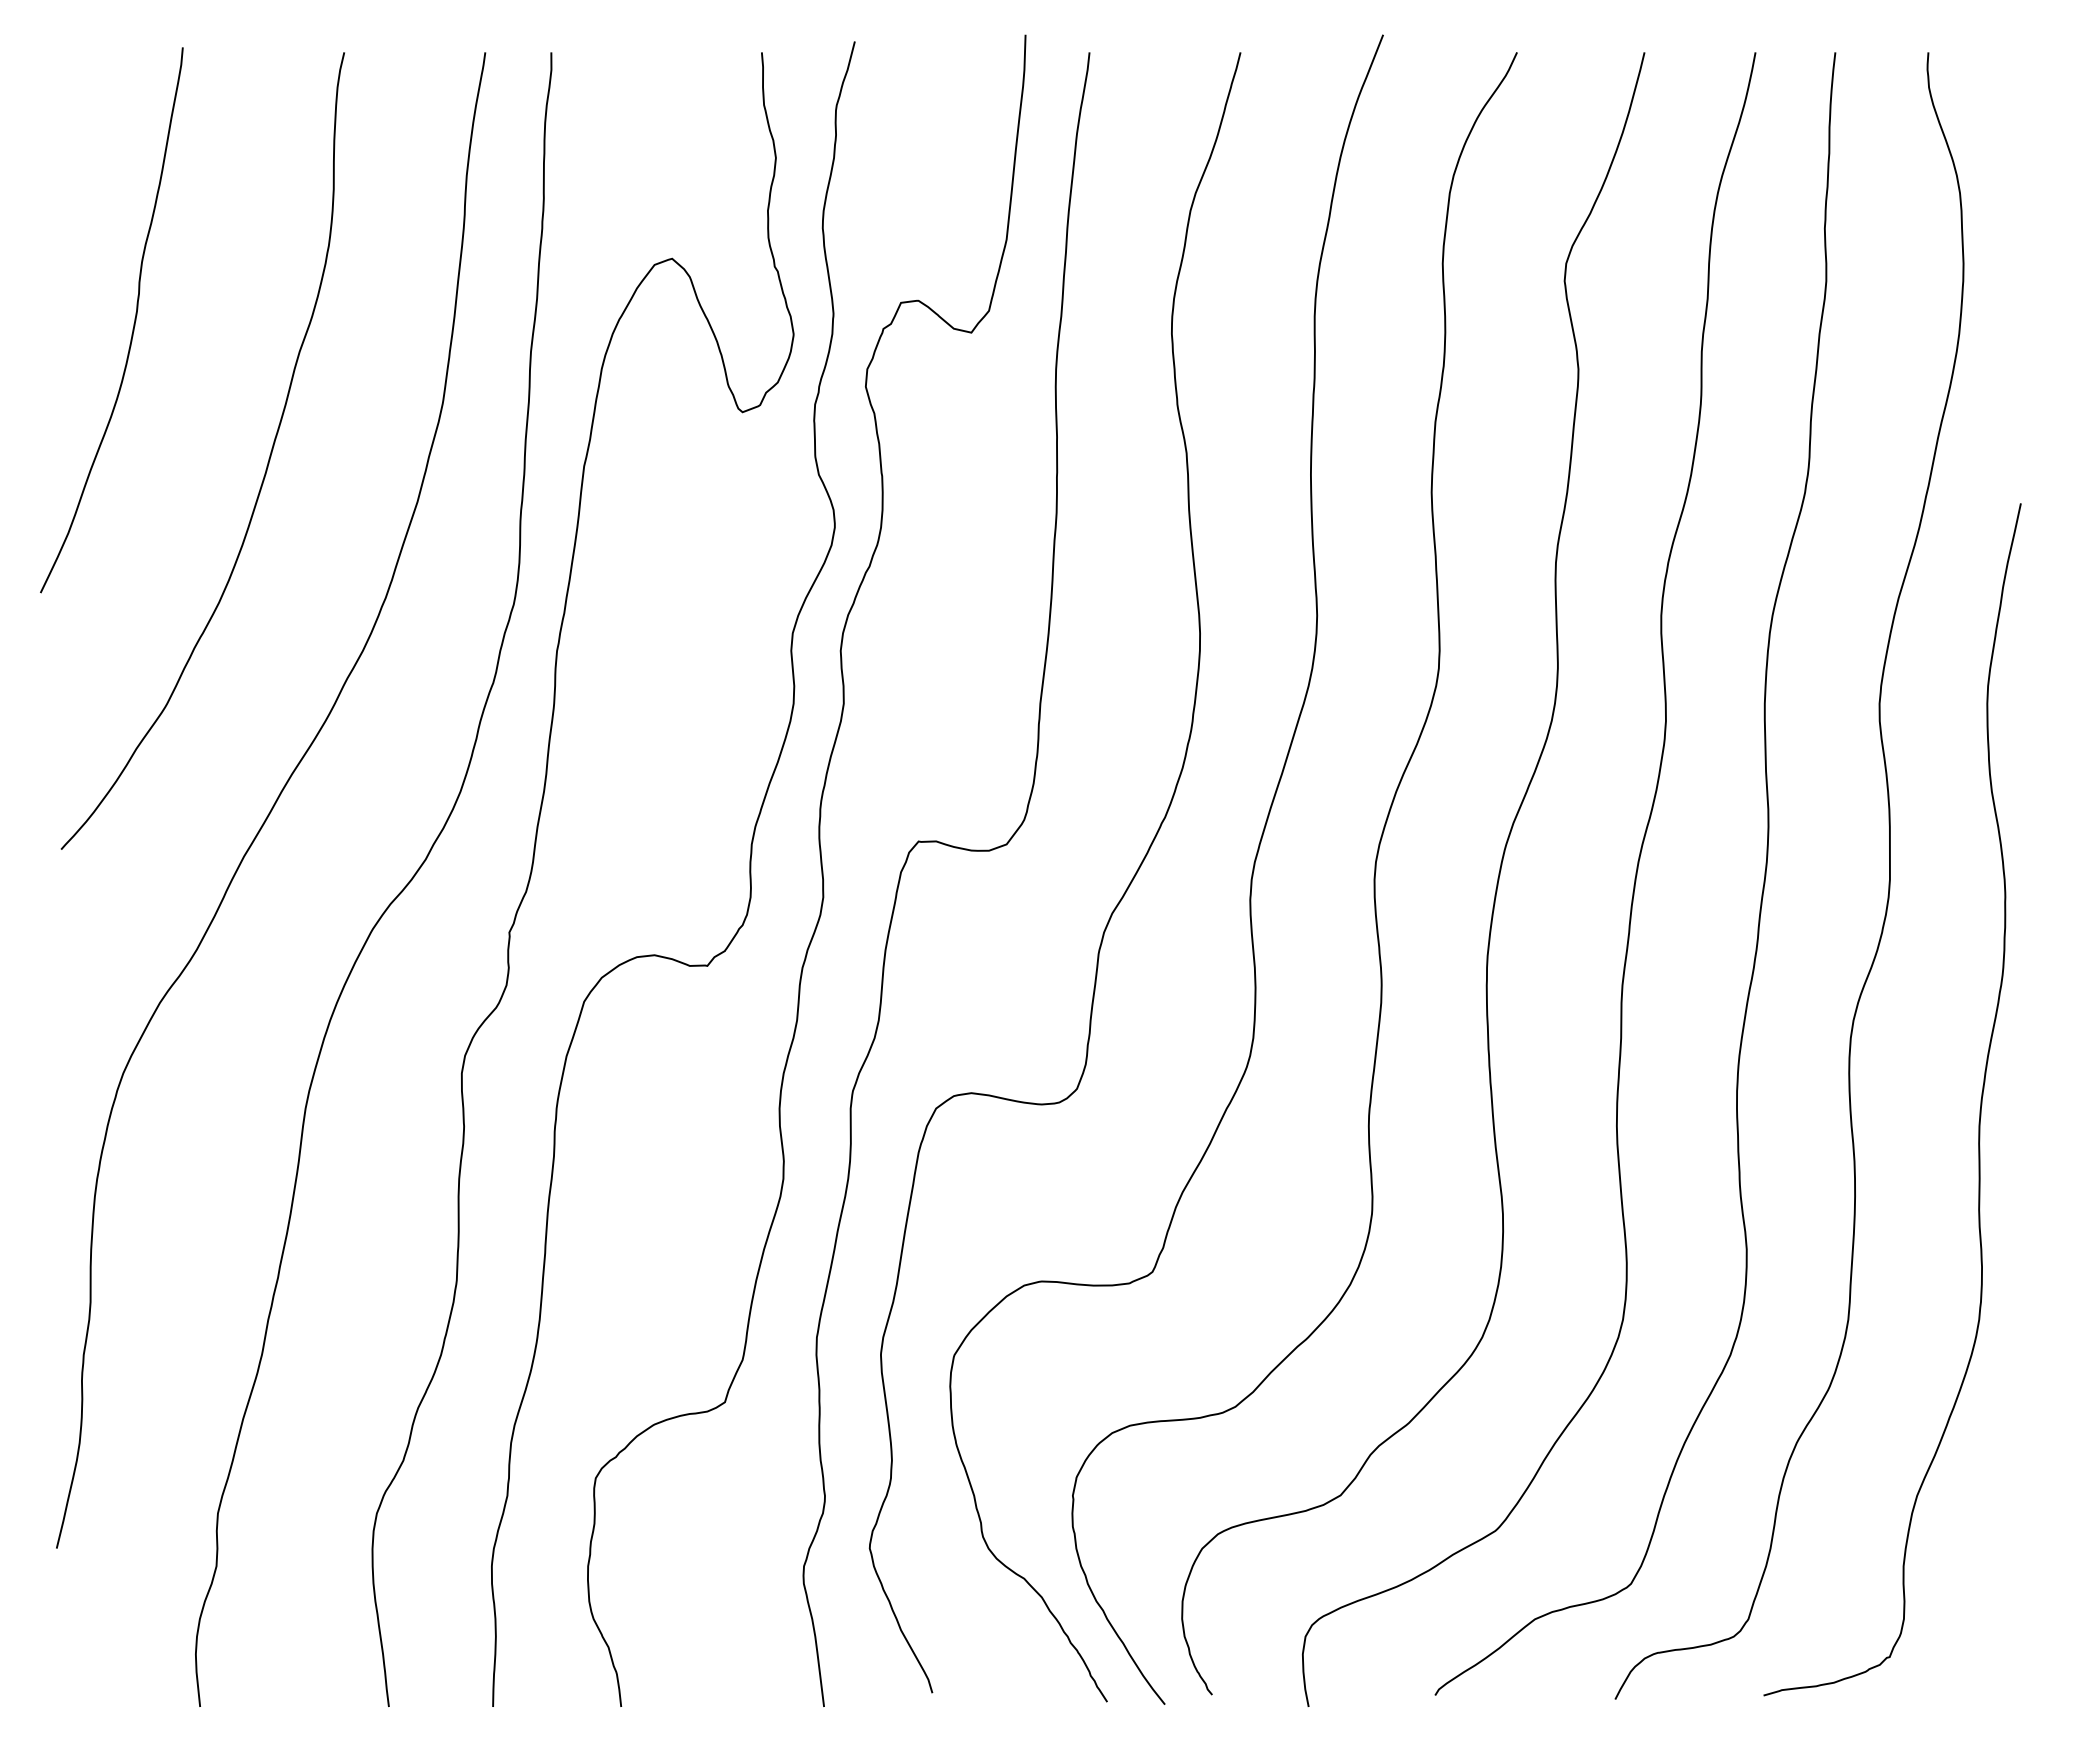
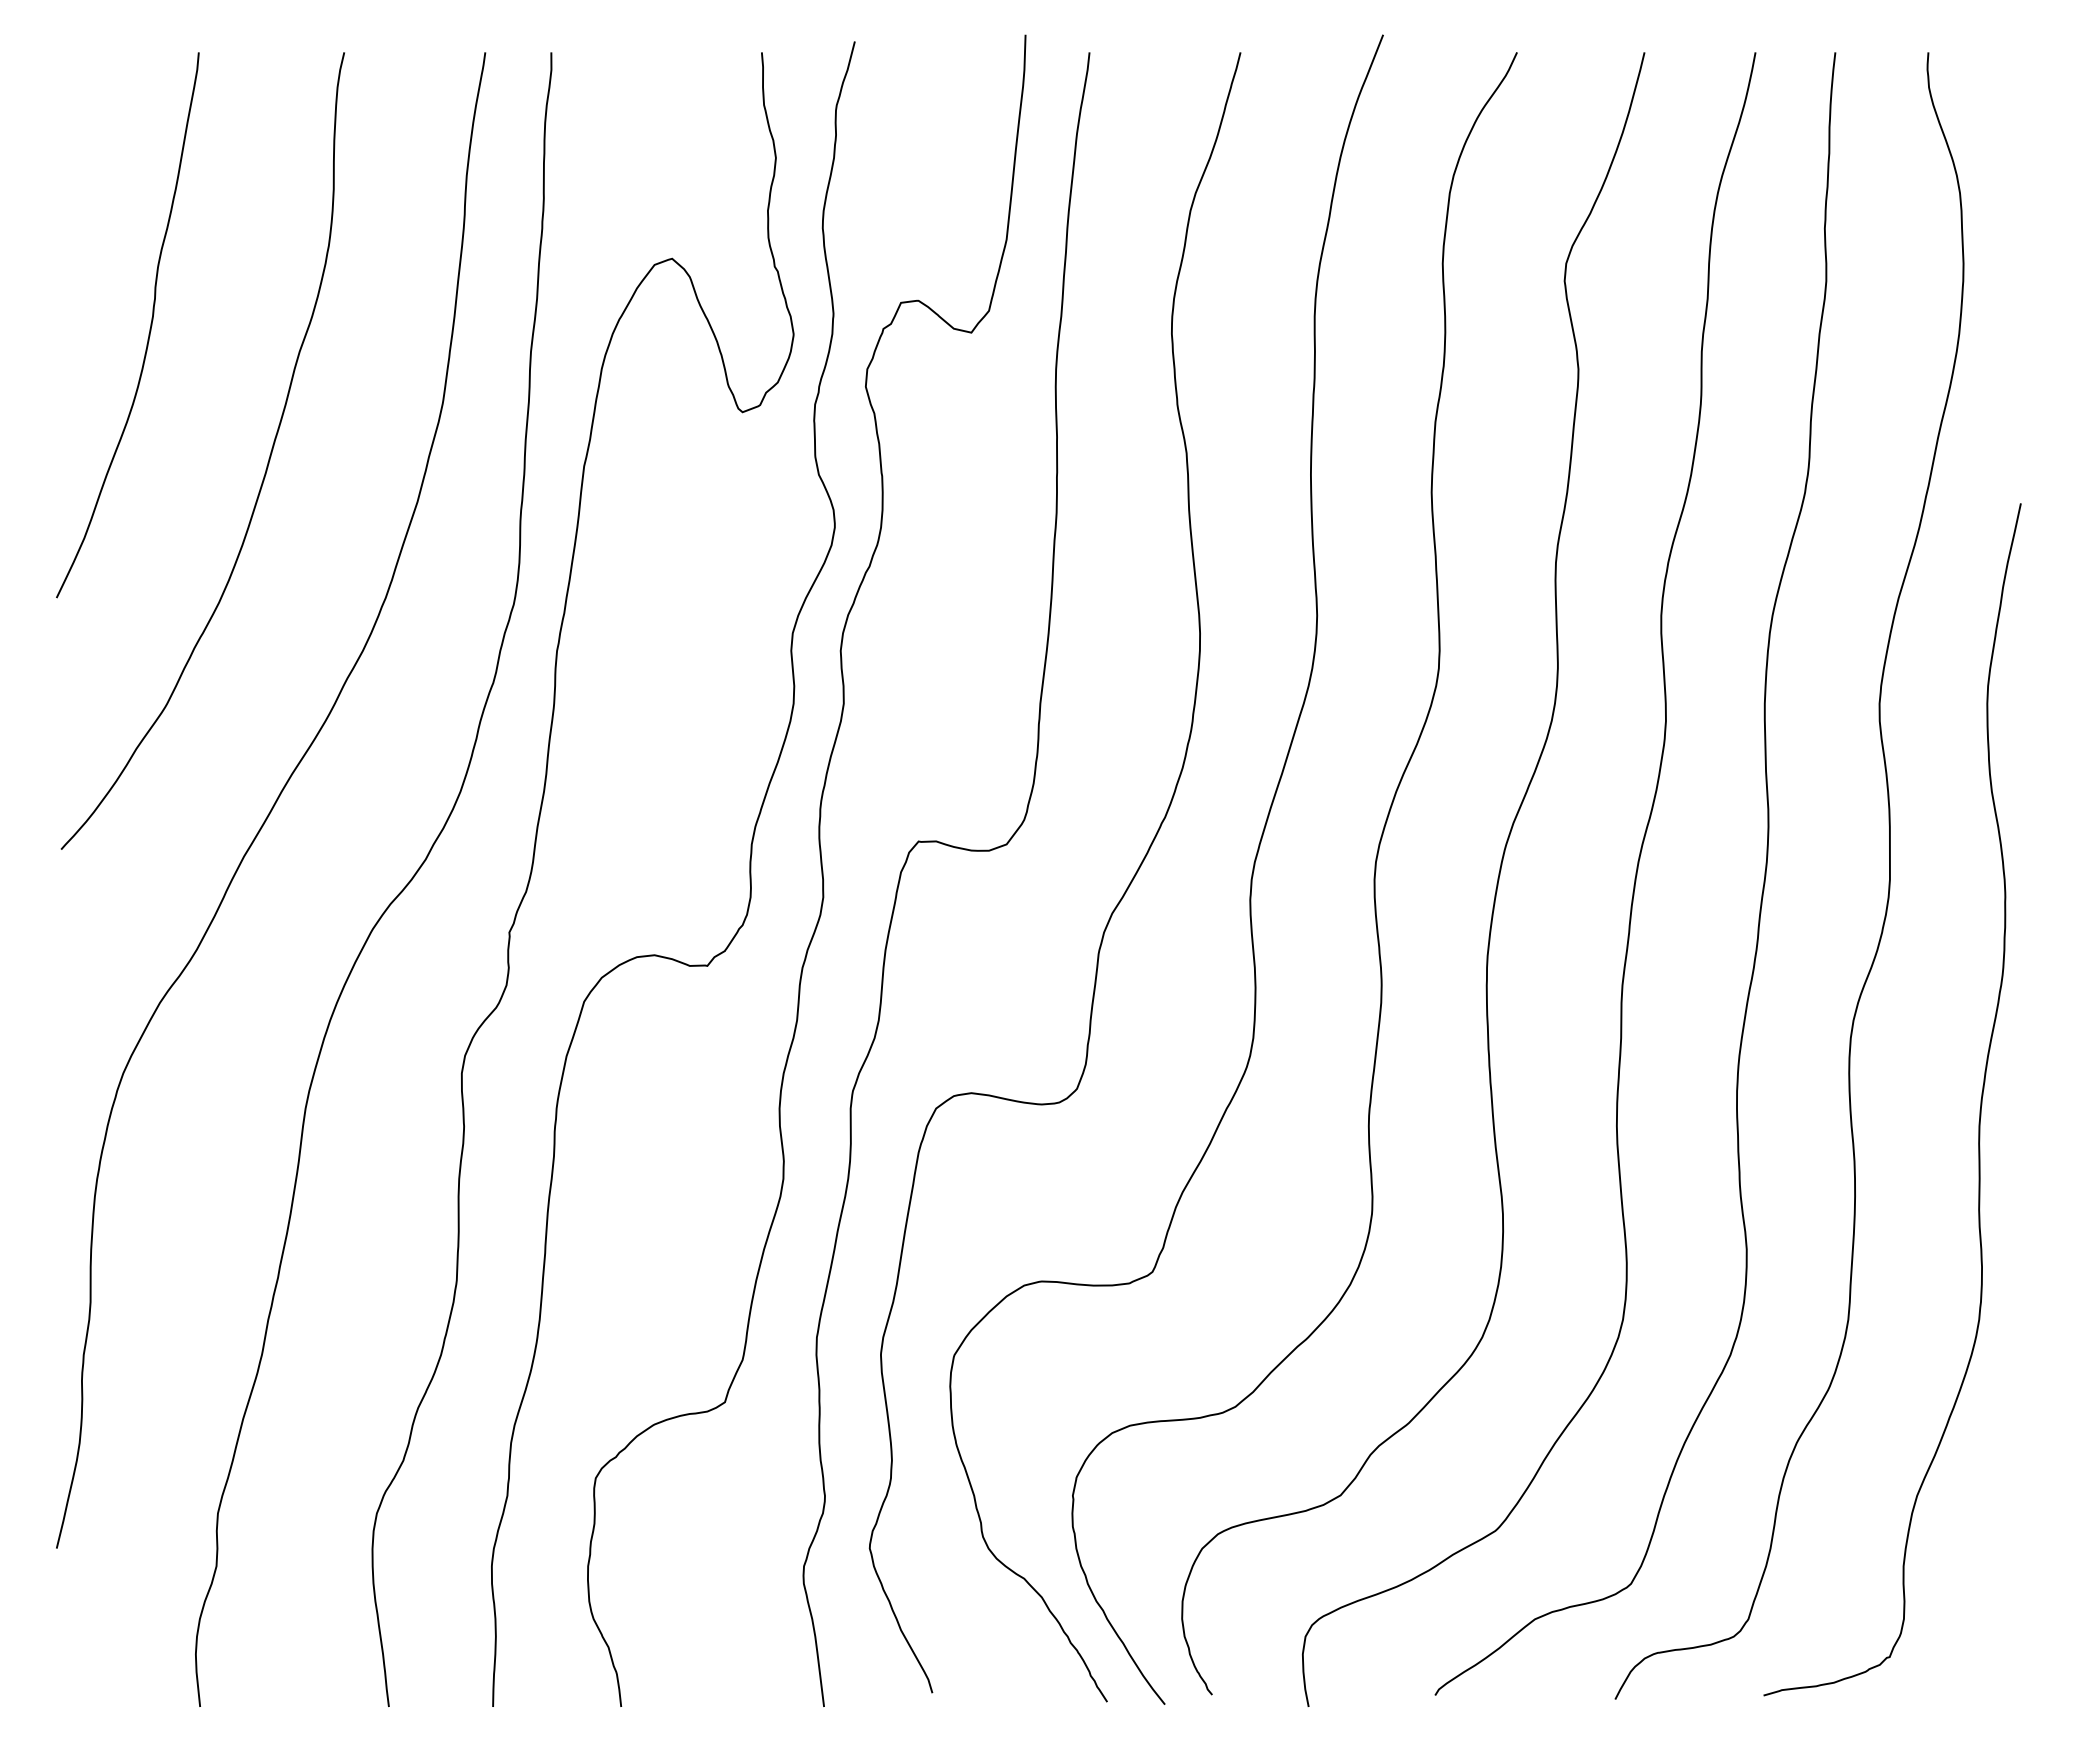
curve at (133, 323) position: (133, 323) -> (149, 328)
